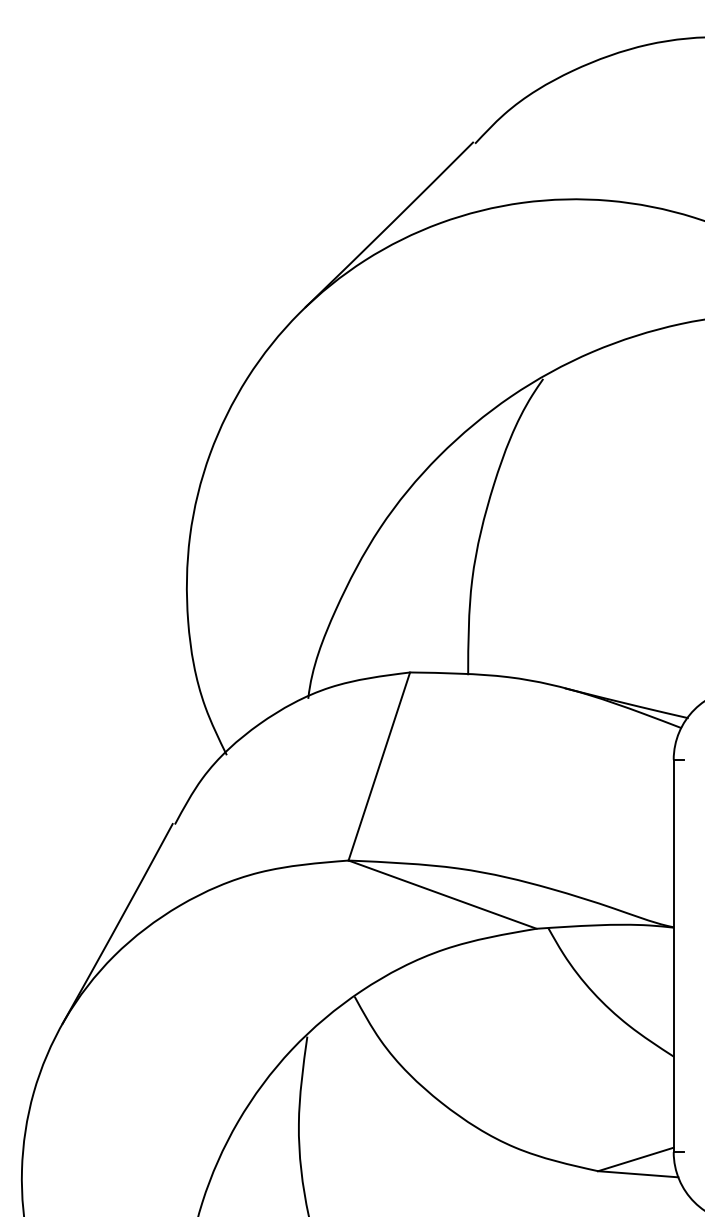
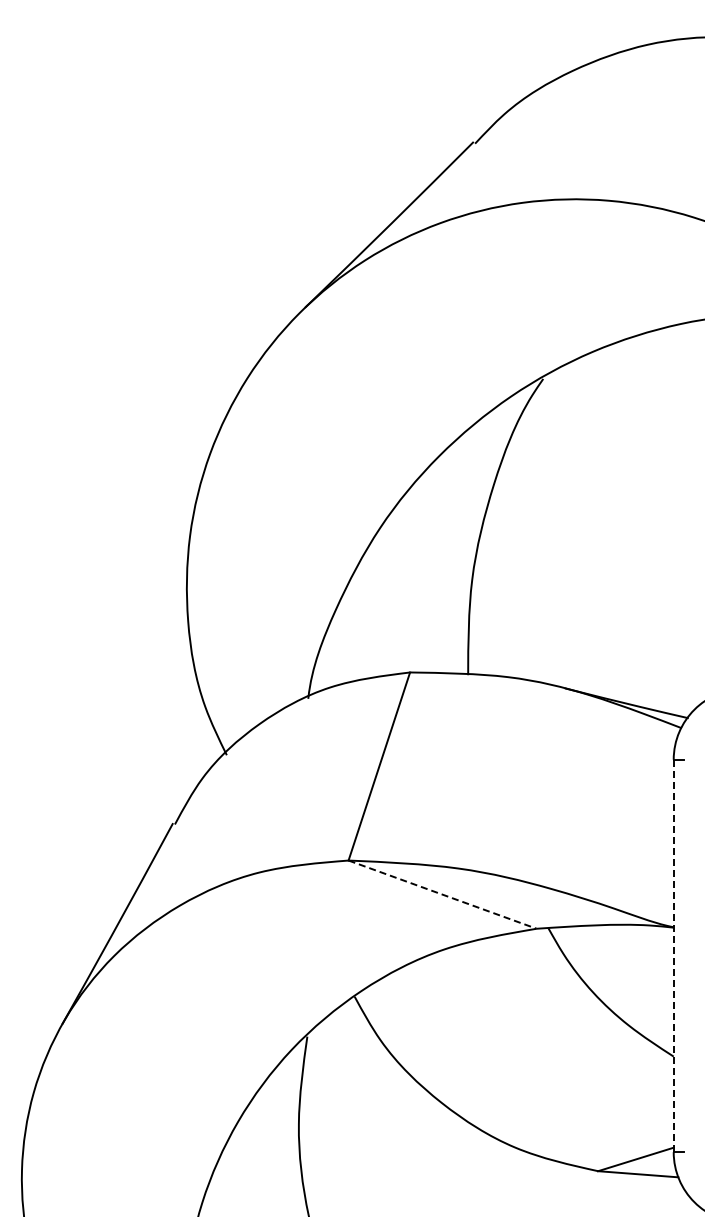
line at (443, 894): solid -> dashed
line at (673, 955): solid -> dashed
